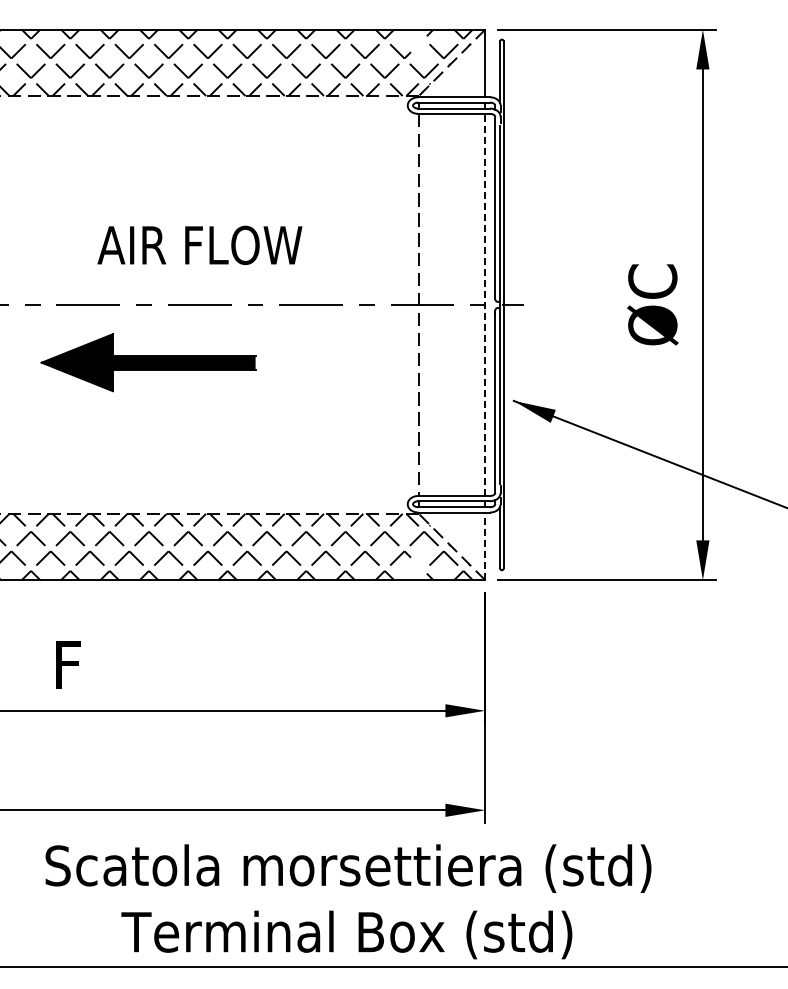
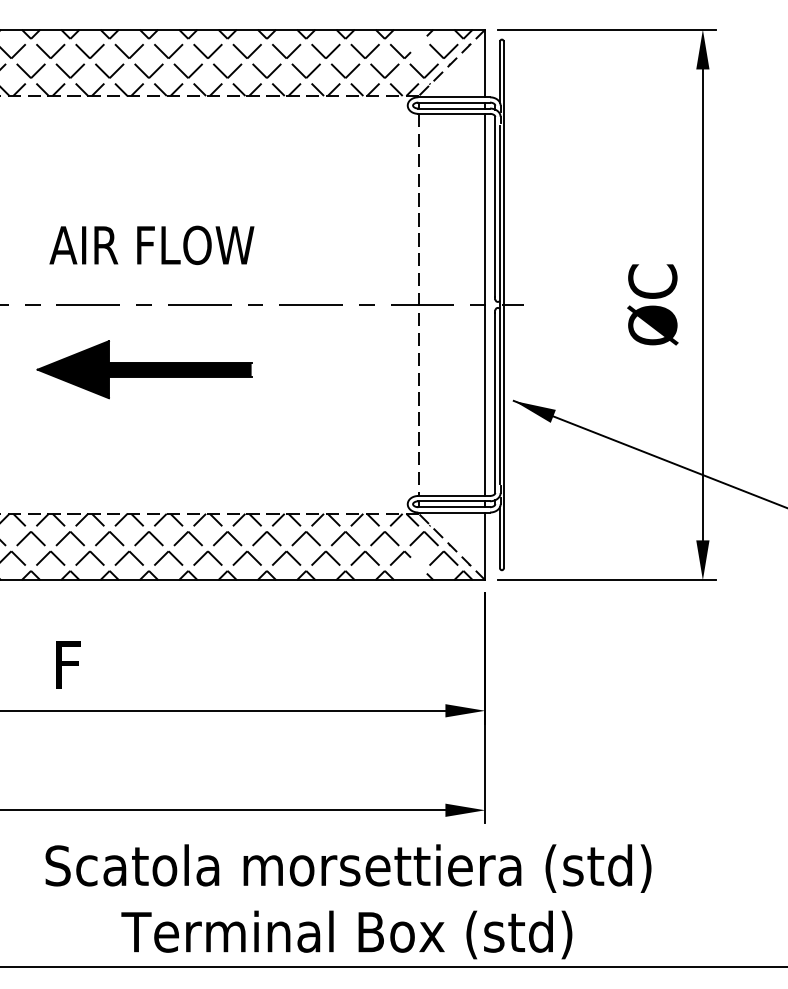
text at (199, 245) position: (199, 245) -> (151, 245)
line at (485, 304): dashed -> solid
part at (148, 362) position: (148, 362) -> (144, 369)
line at (485, 546): dashed -> solid
